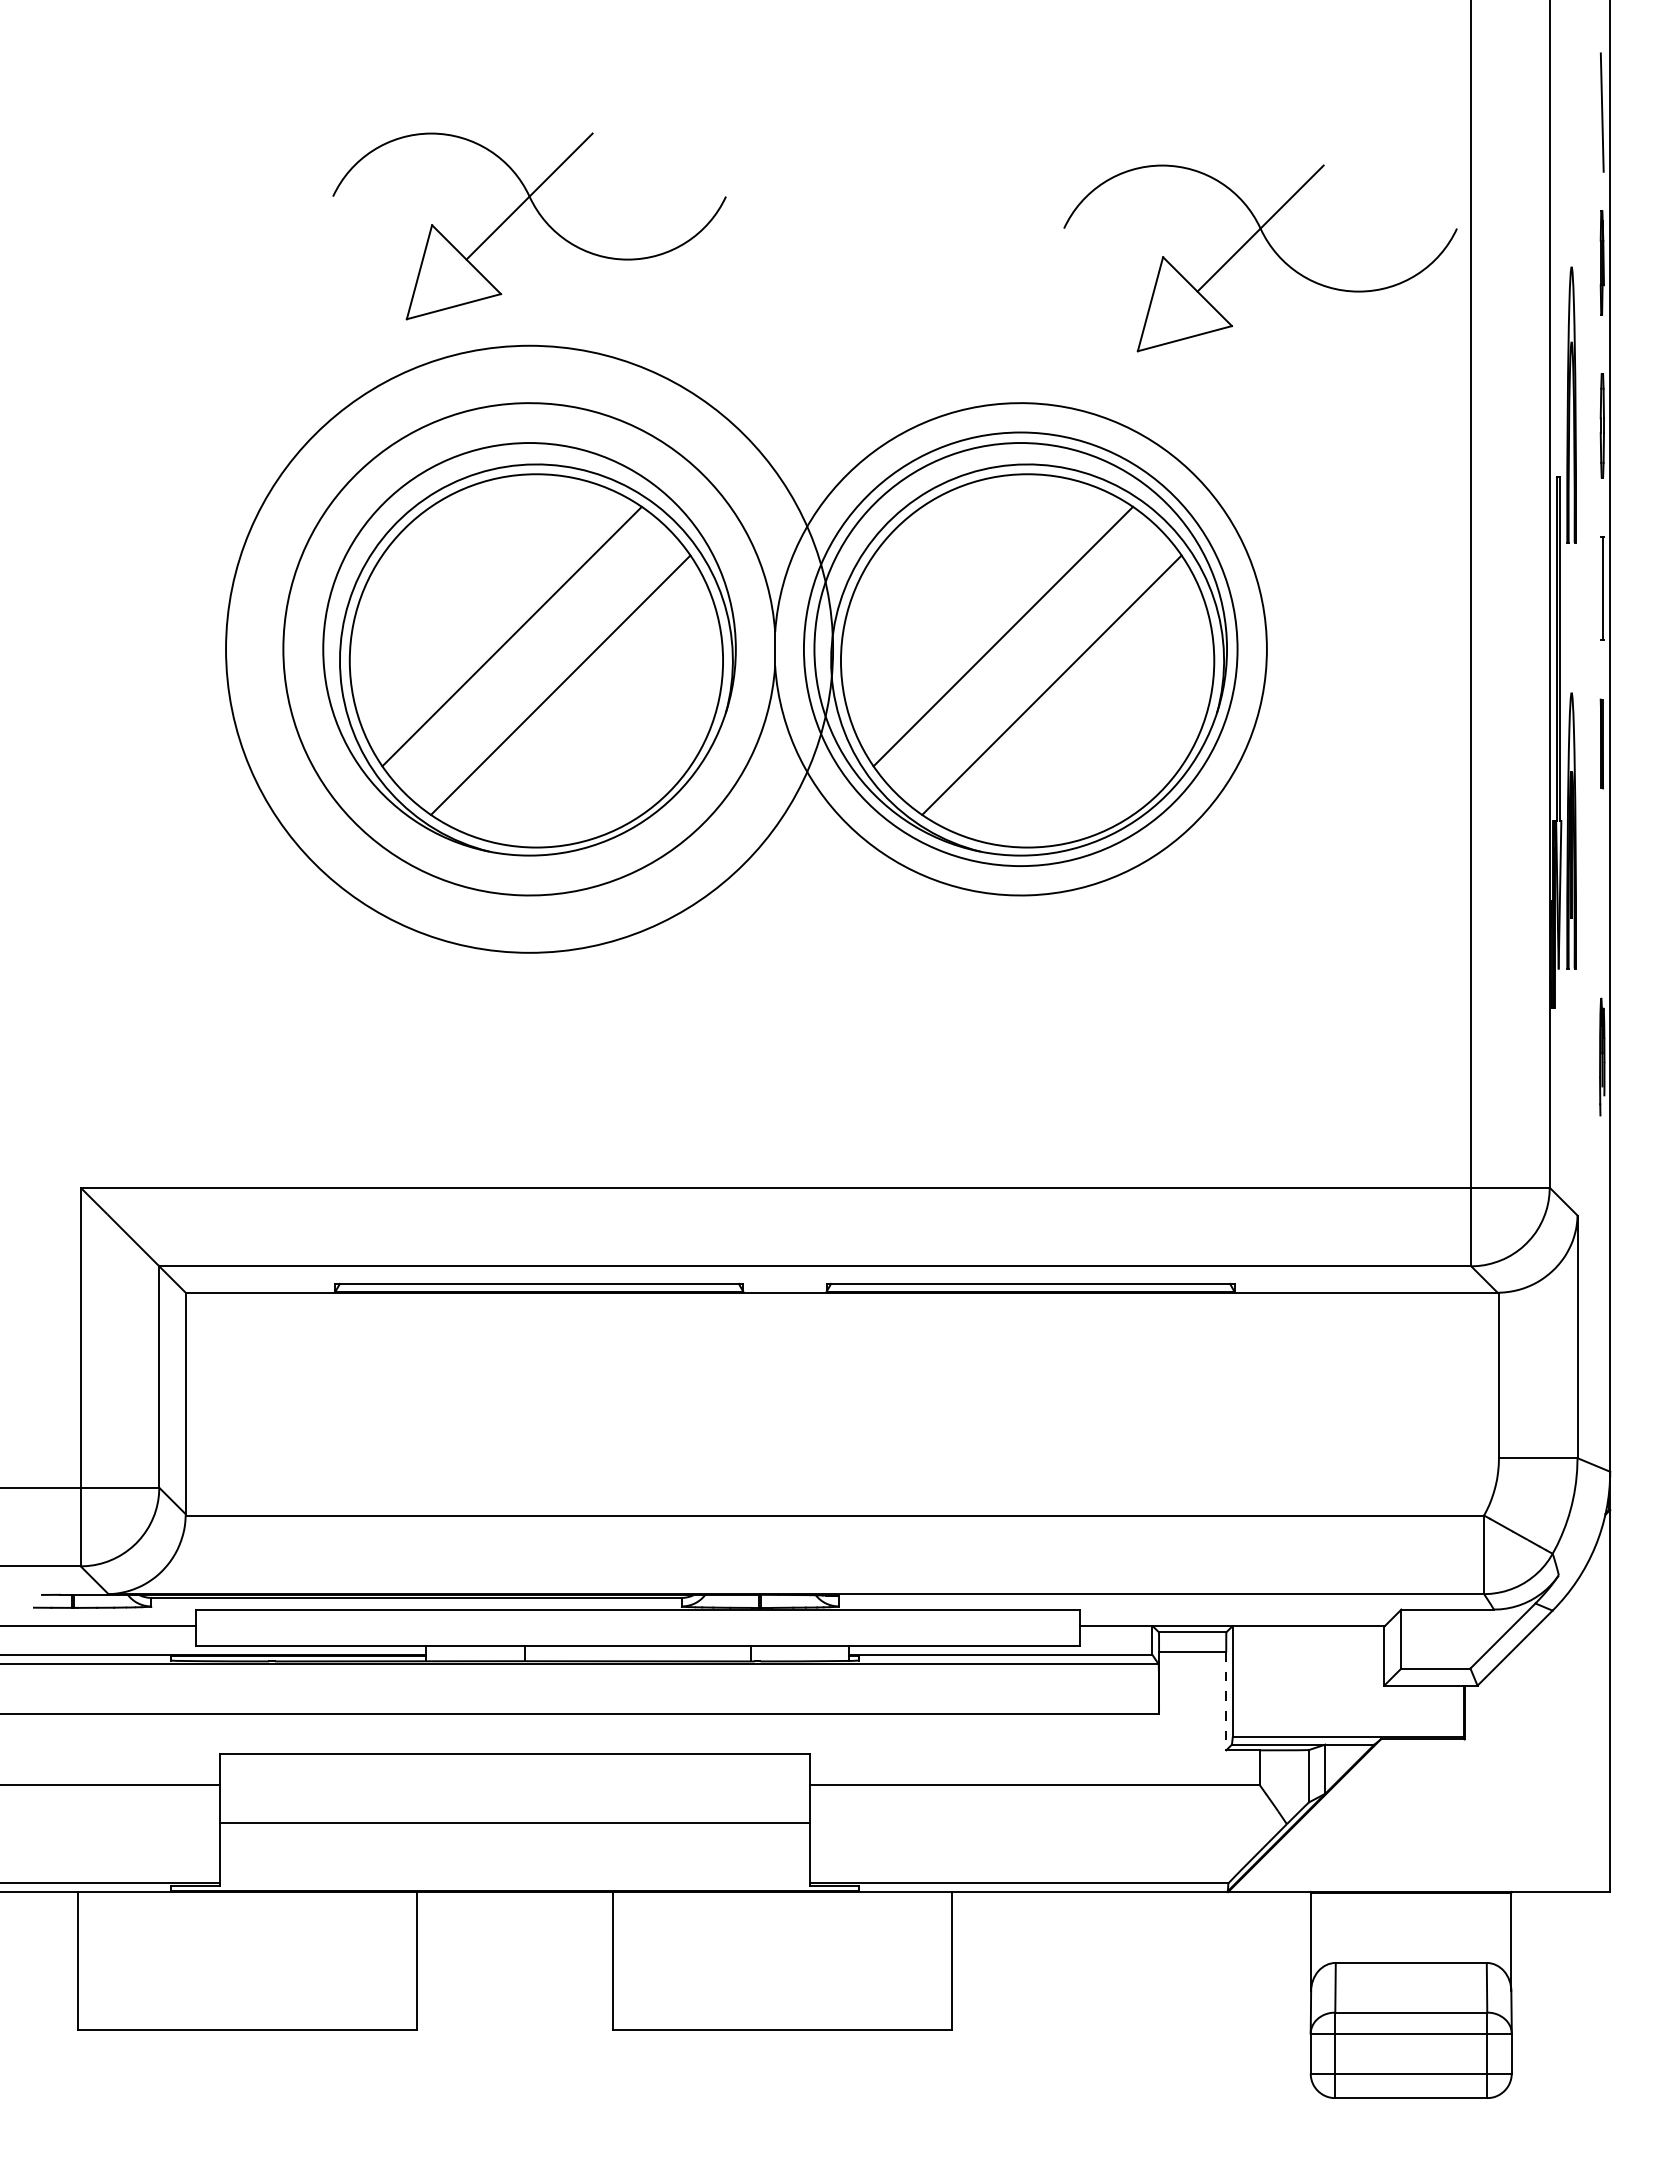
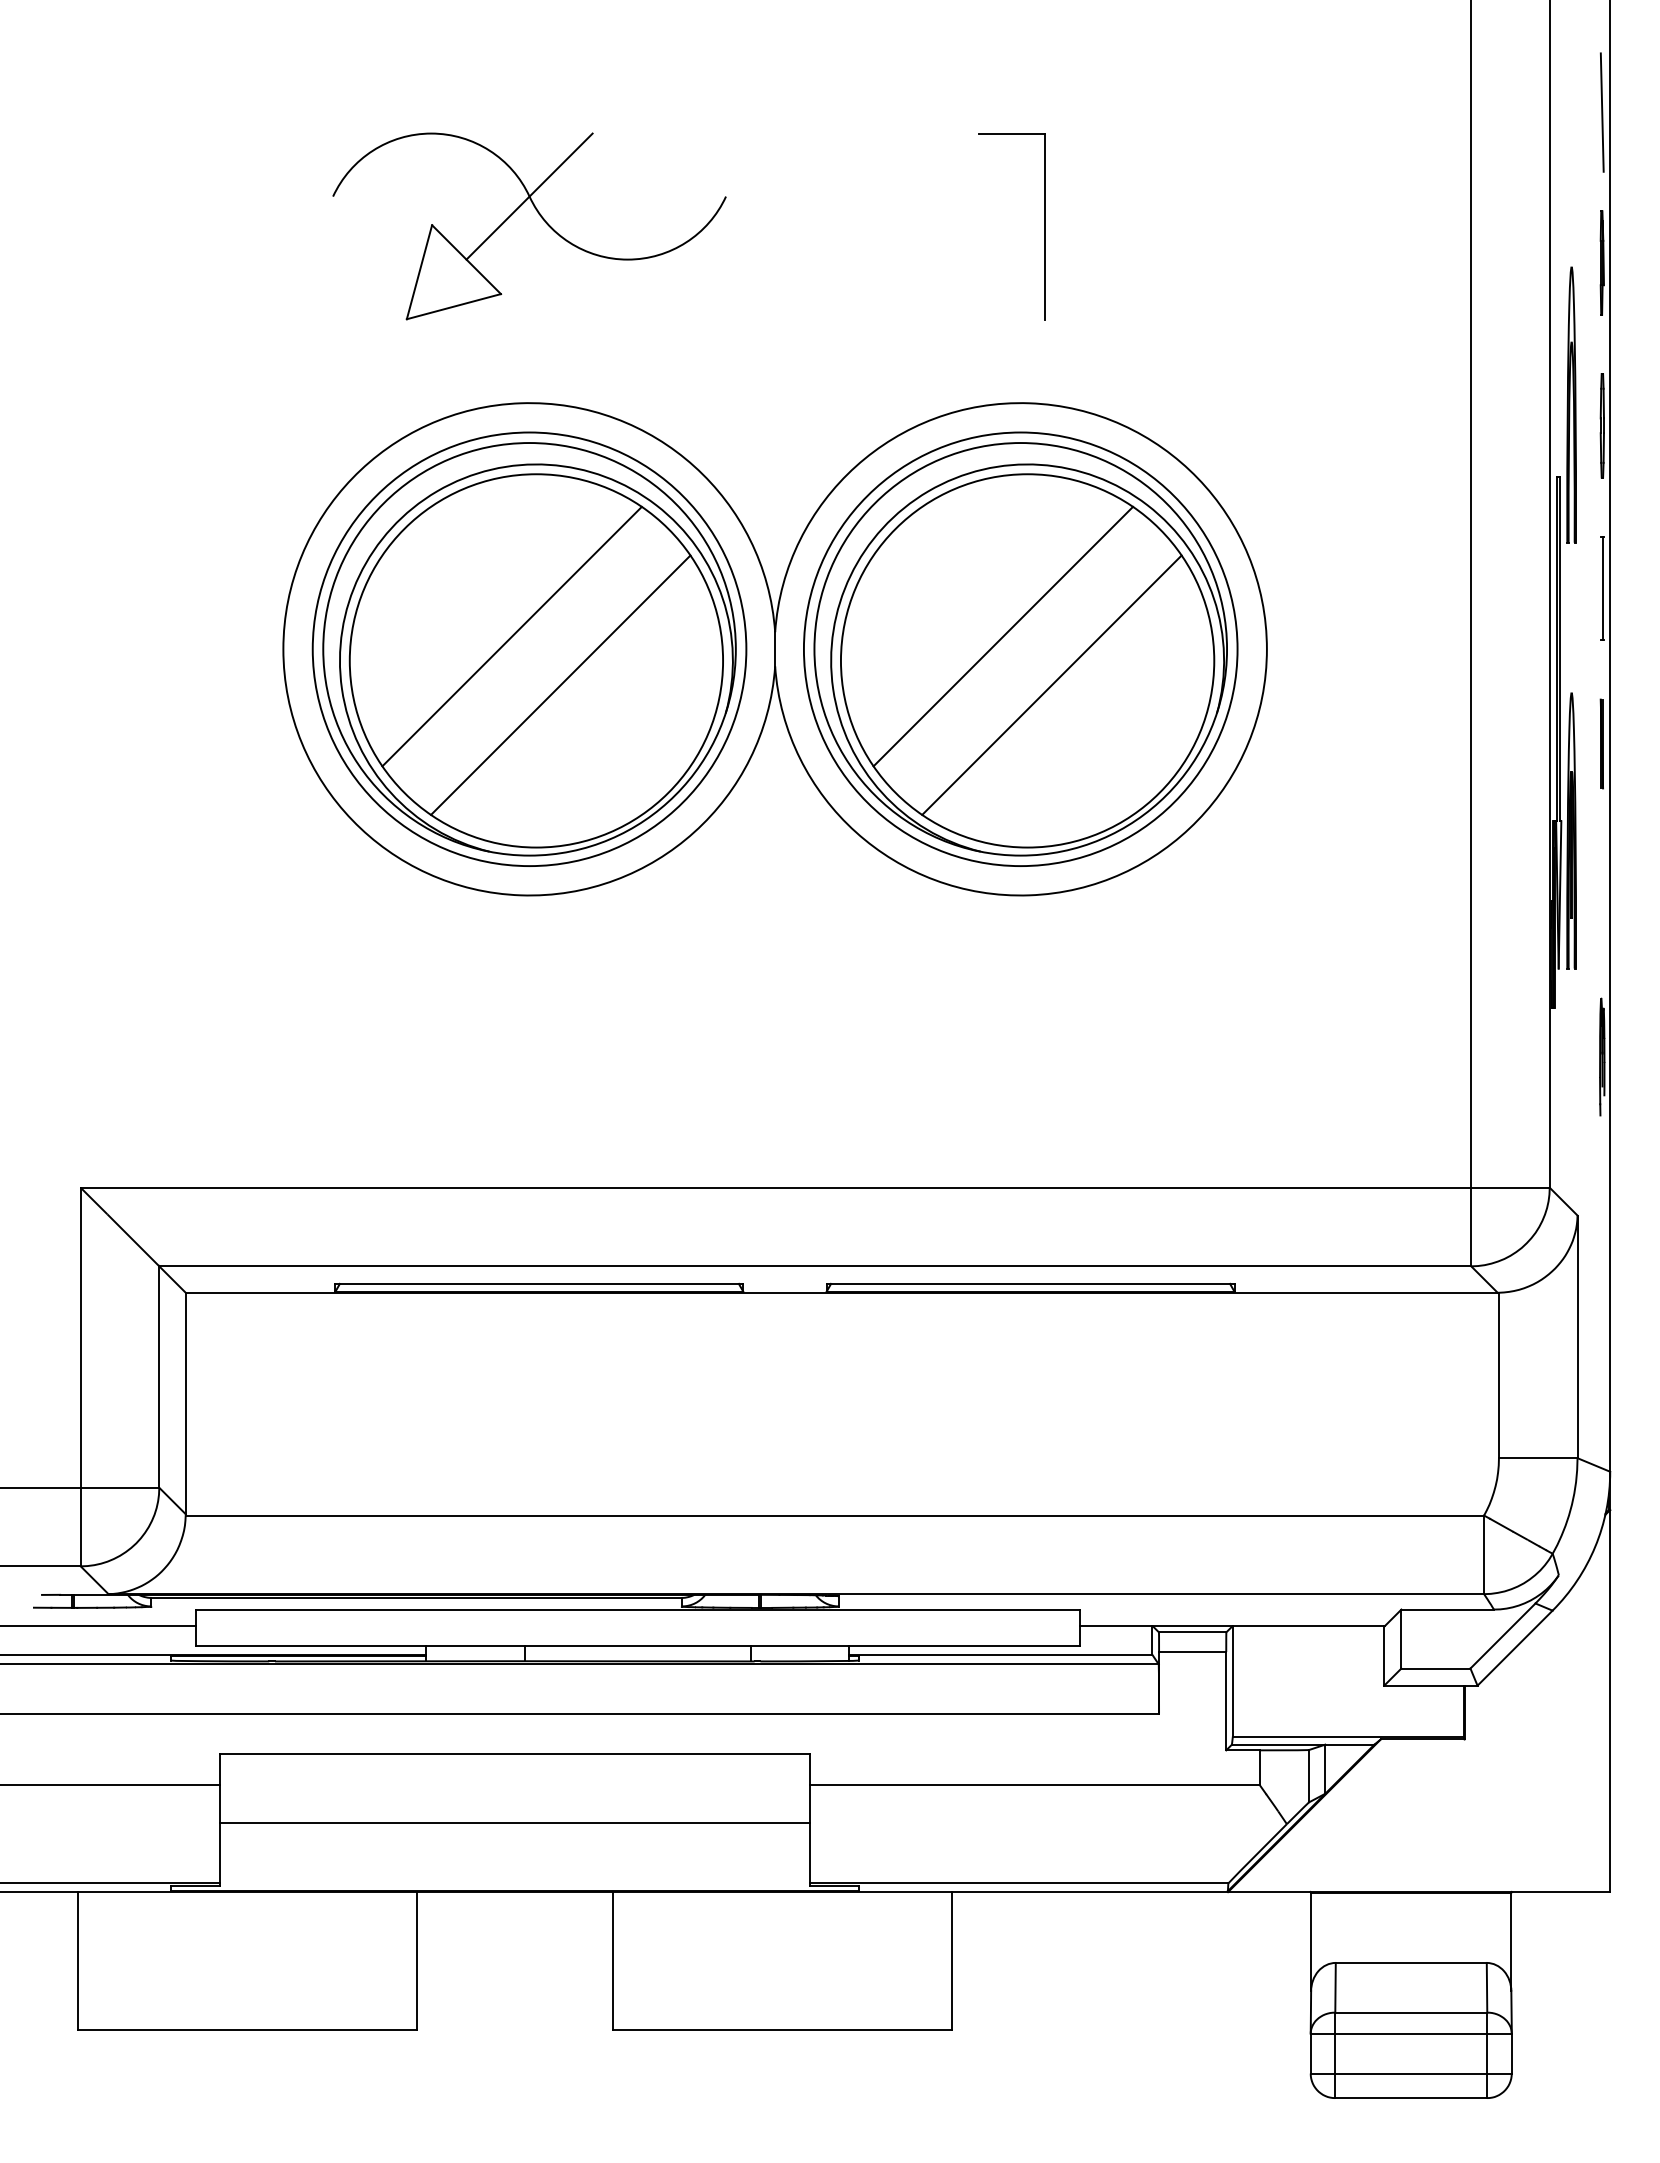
part at (1044, 226): none -> present
part at (1272, 250): present -> none
circle at (529, 648) diameter: 607 px -> 434 px
line at (1226, 1701): dashed -> solid
